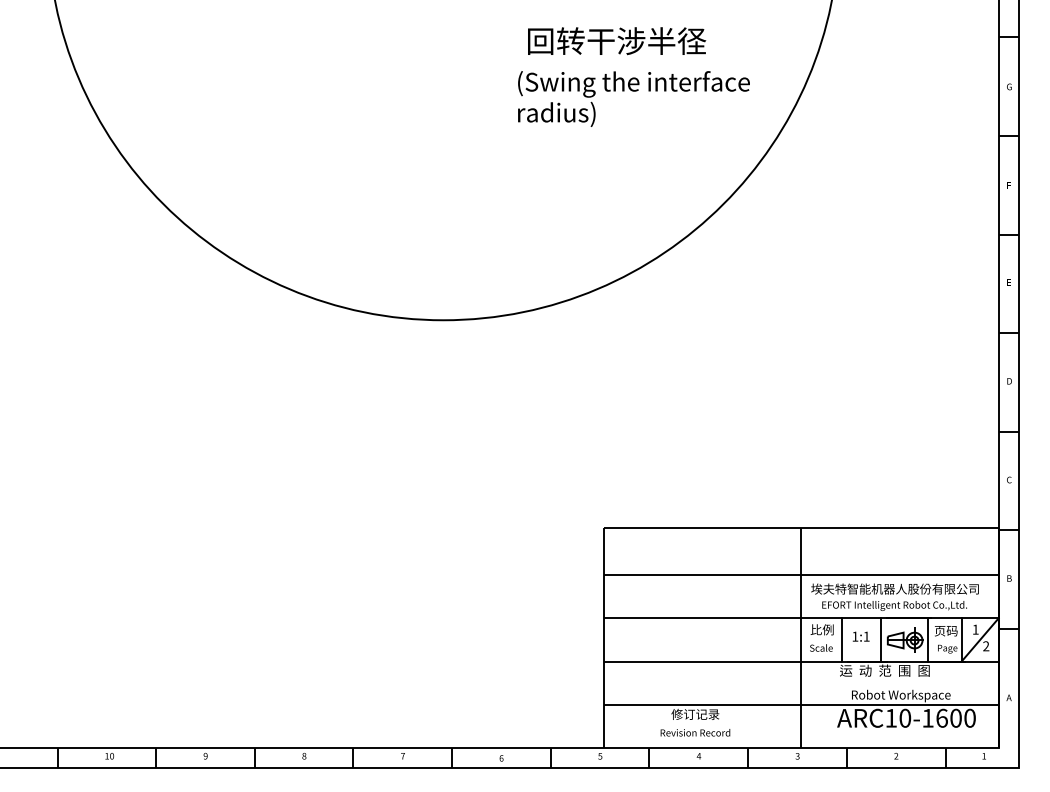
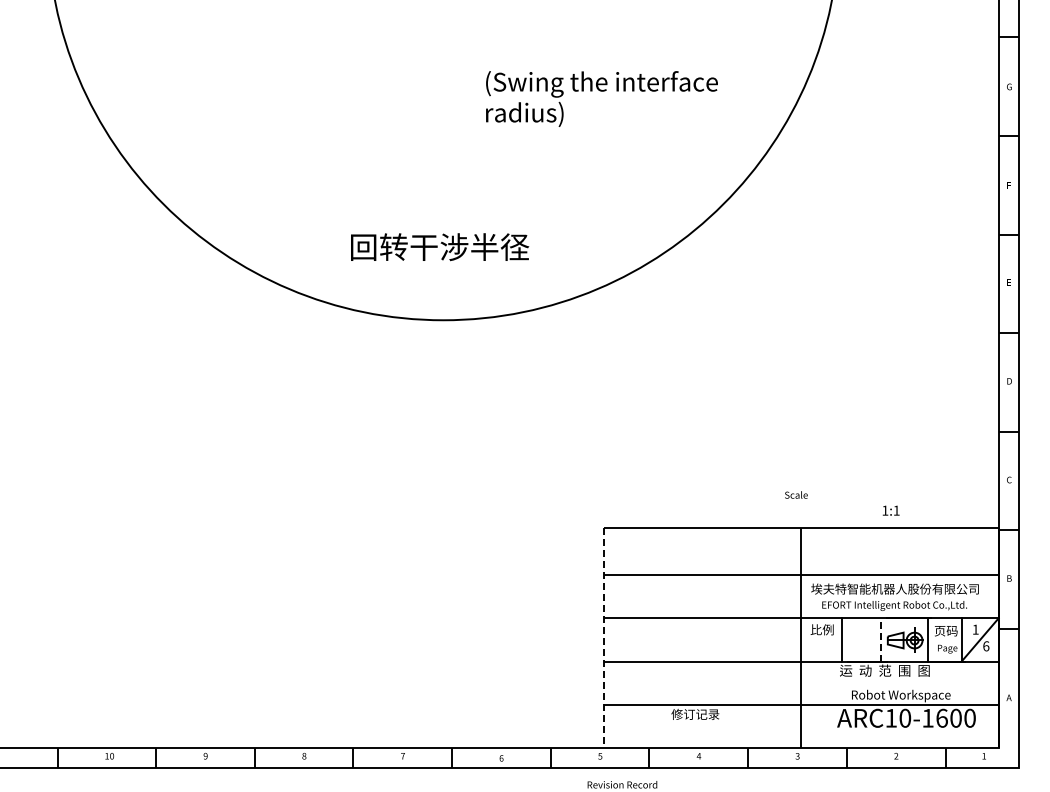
text at (617, 41) position: (617, 41) -> (440, 247)
text at (633, 98) position: (633, 98) -> (601, 98)
text at (860, 636) position: (860, 636) -> (890, 510)
line at (604, 637): solid -> dashed
line at (880, 639): solid -> dashed
text at (986, 646): 2 -> 6
text at (821, 647) position: (821, 647) -> (796, 494)
text at (695, 732) position: (695, 732) -> (622, 784)
